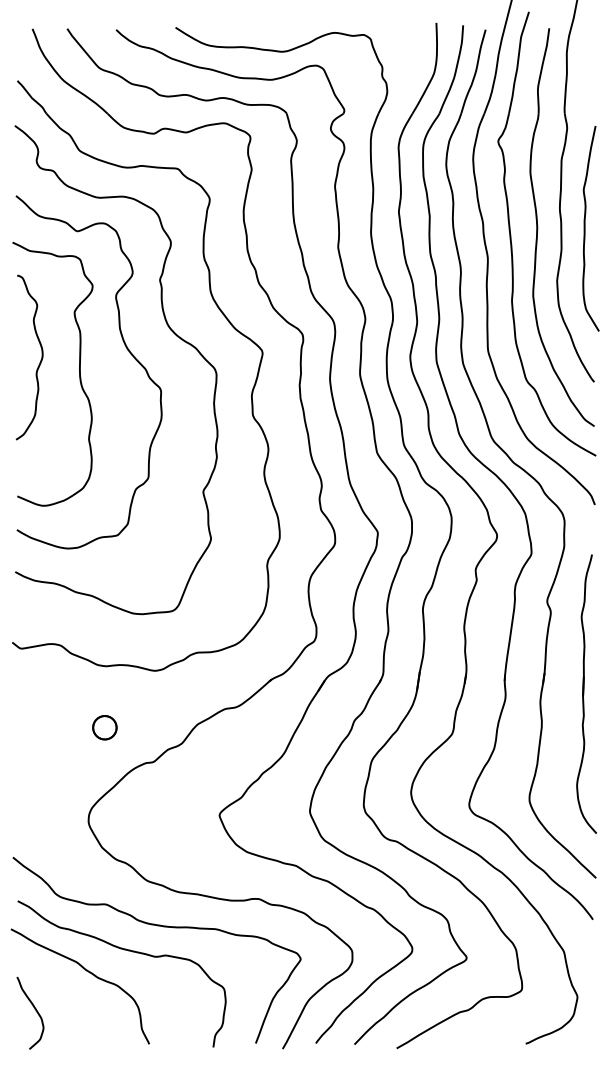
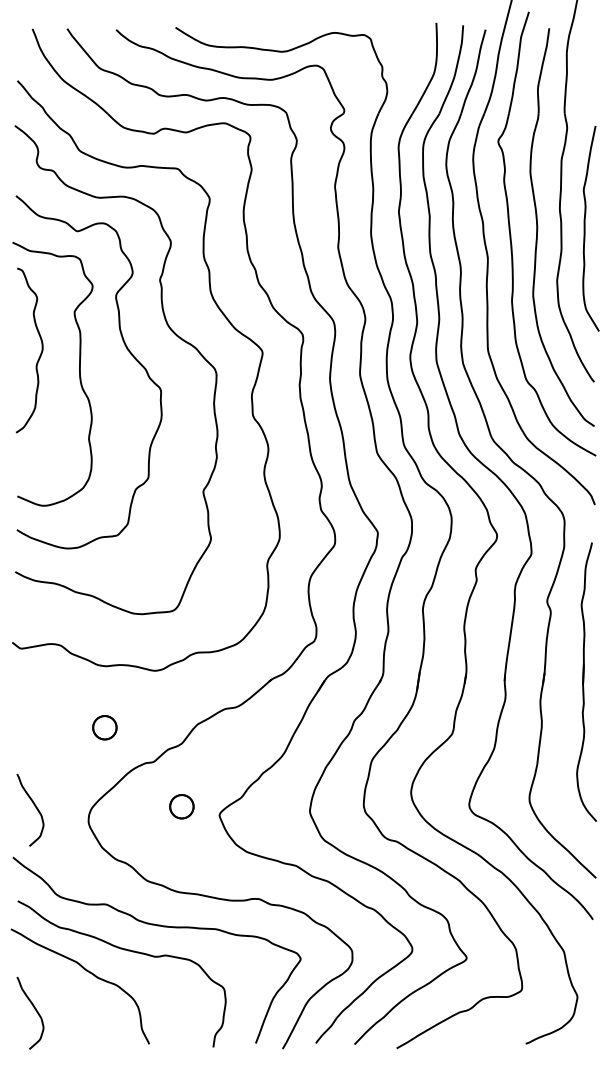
curve at (40, 359) position: (40, 359) -> (40, 352)
part at (586, 693) position: (586, 693) -> (586, 681)
curve at (34, 806): none -> present
part at (181, 806): none -> present
